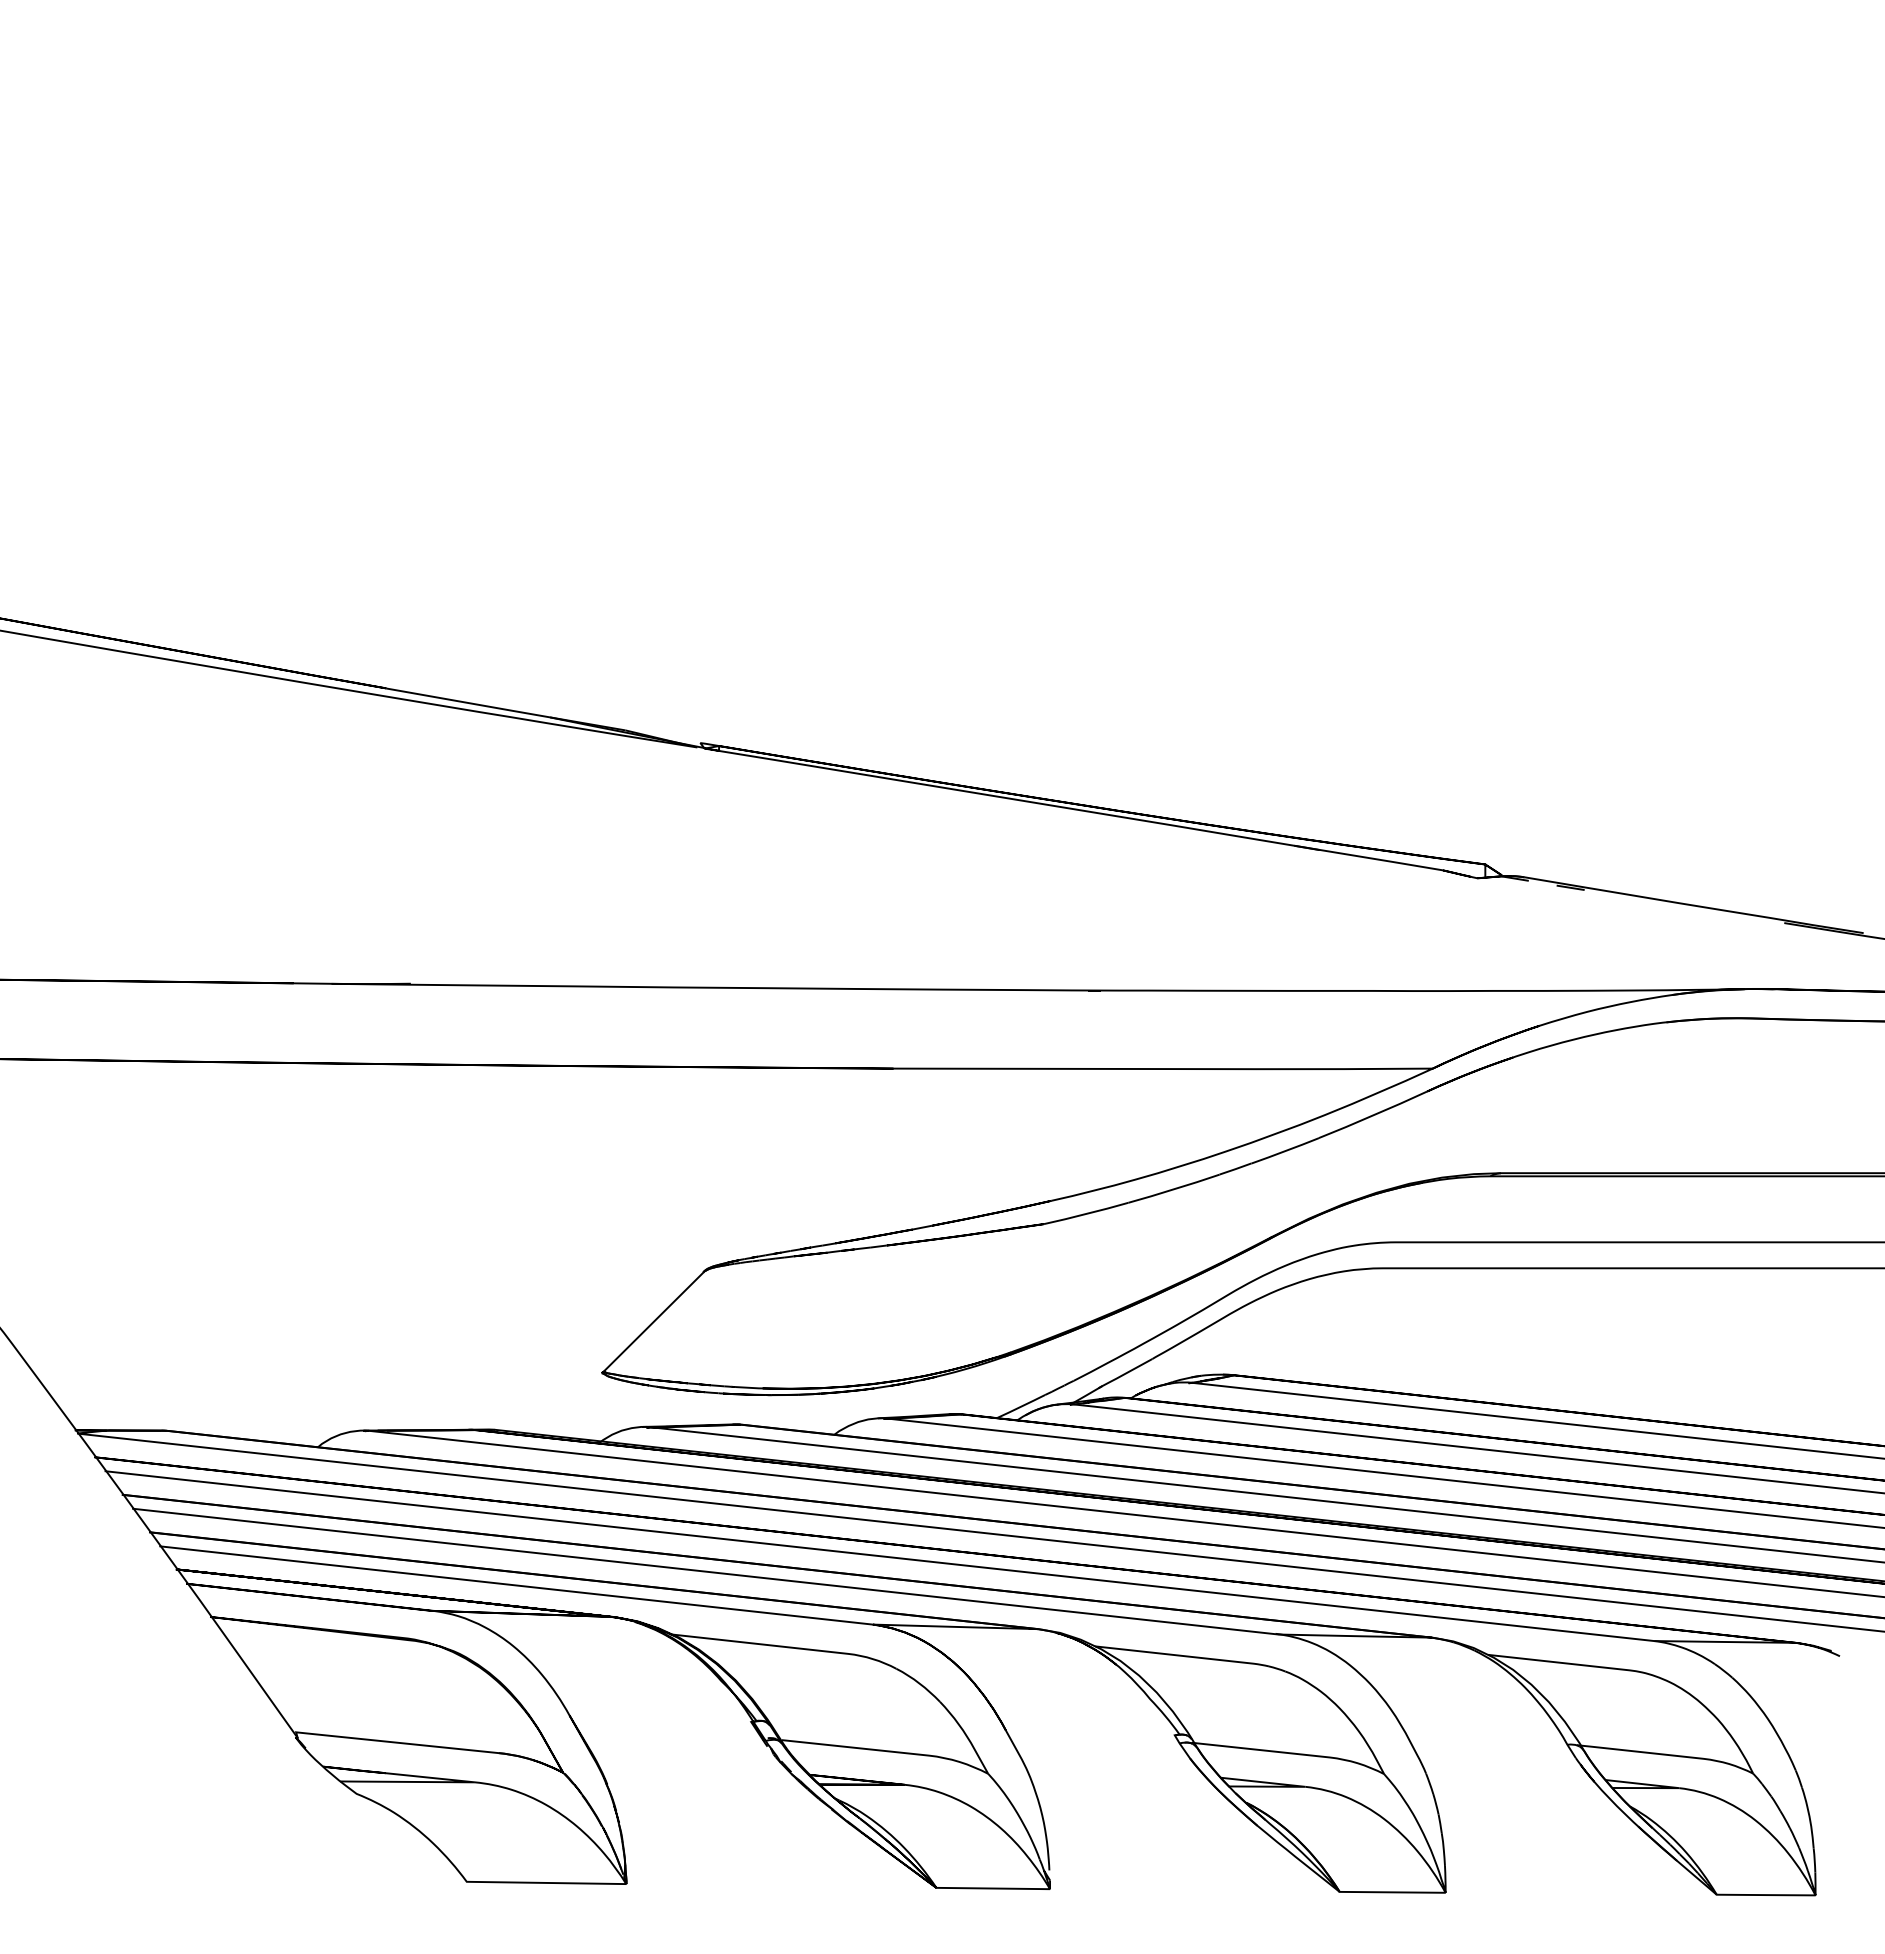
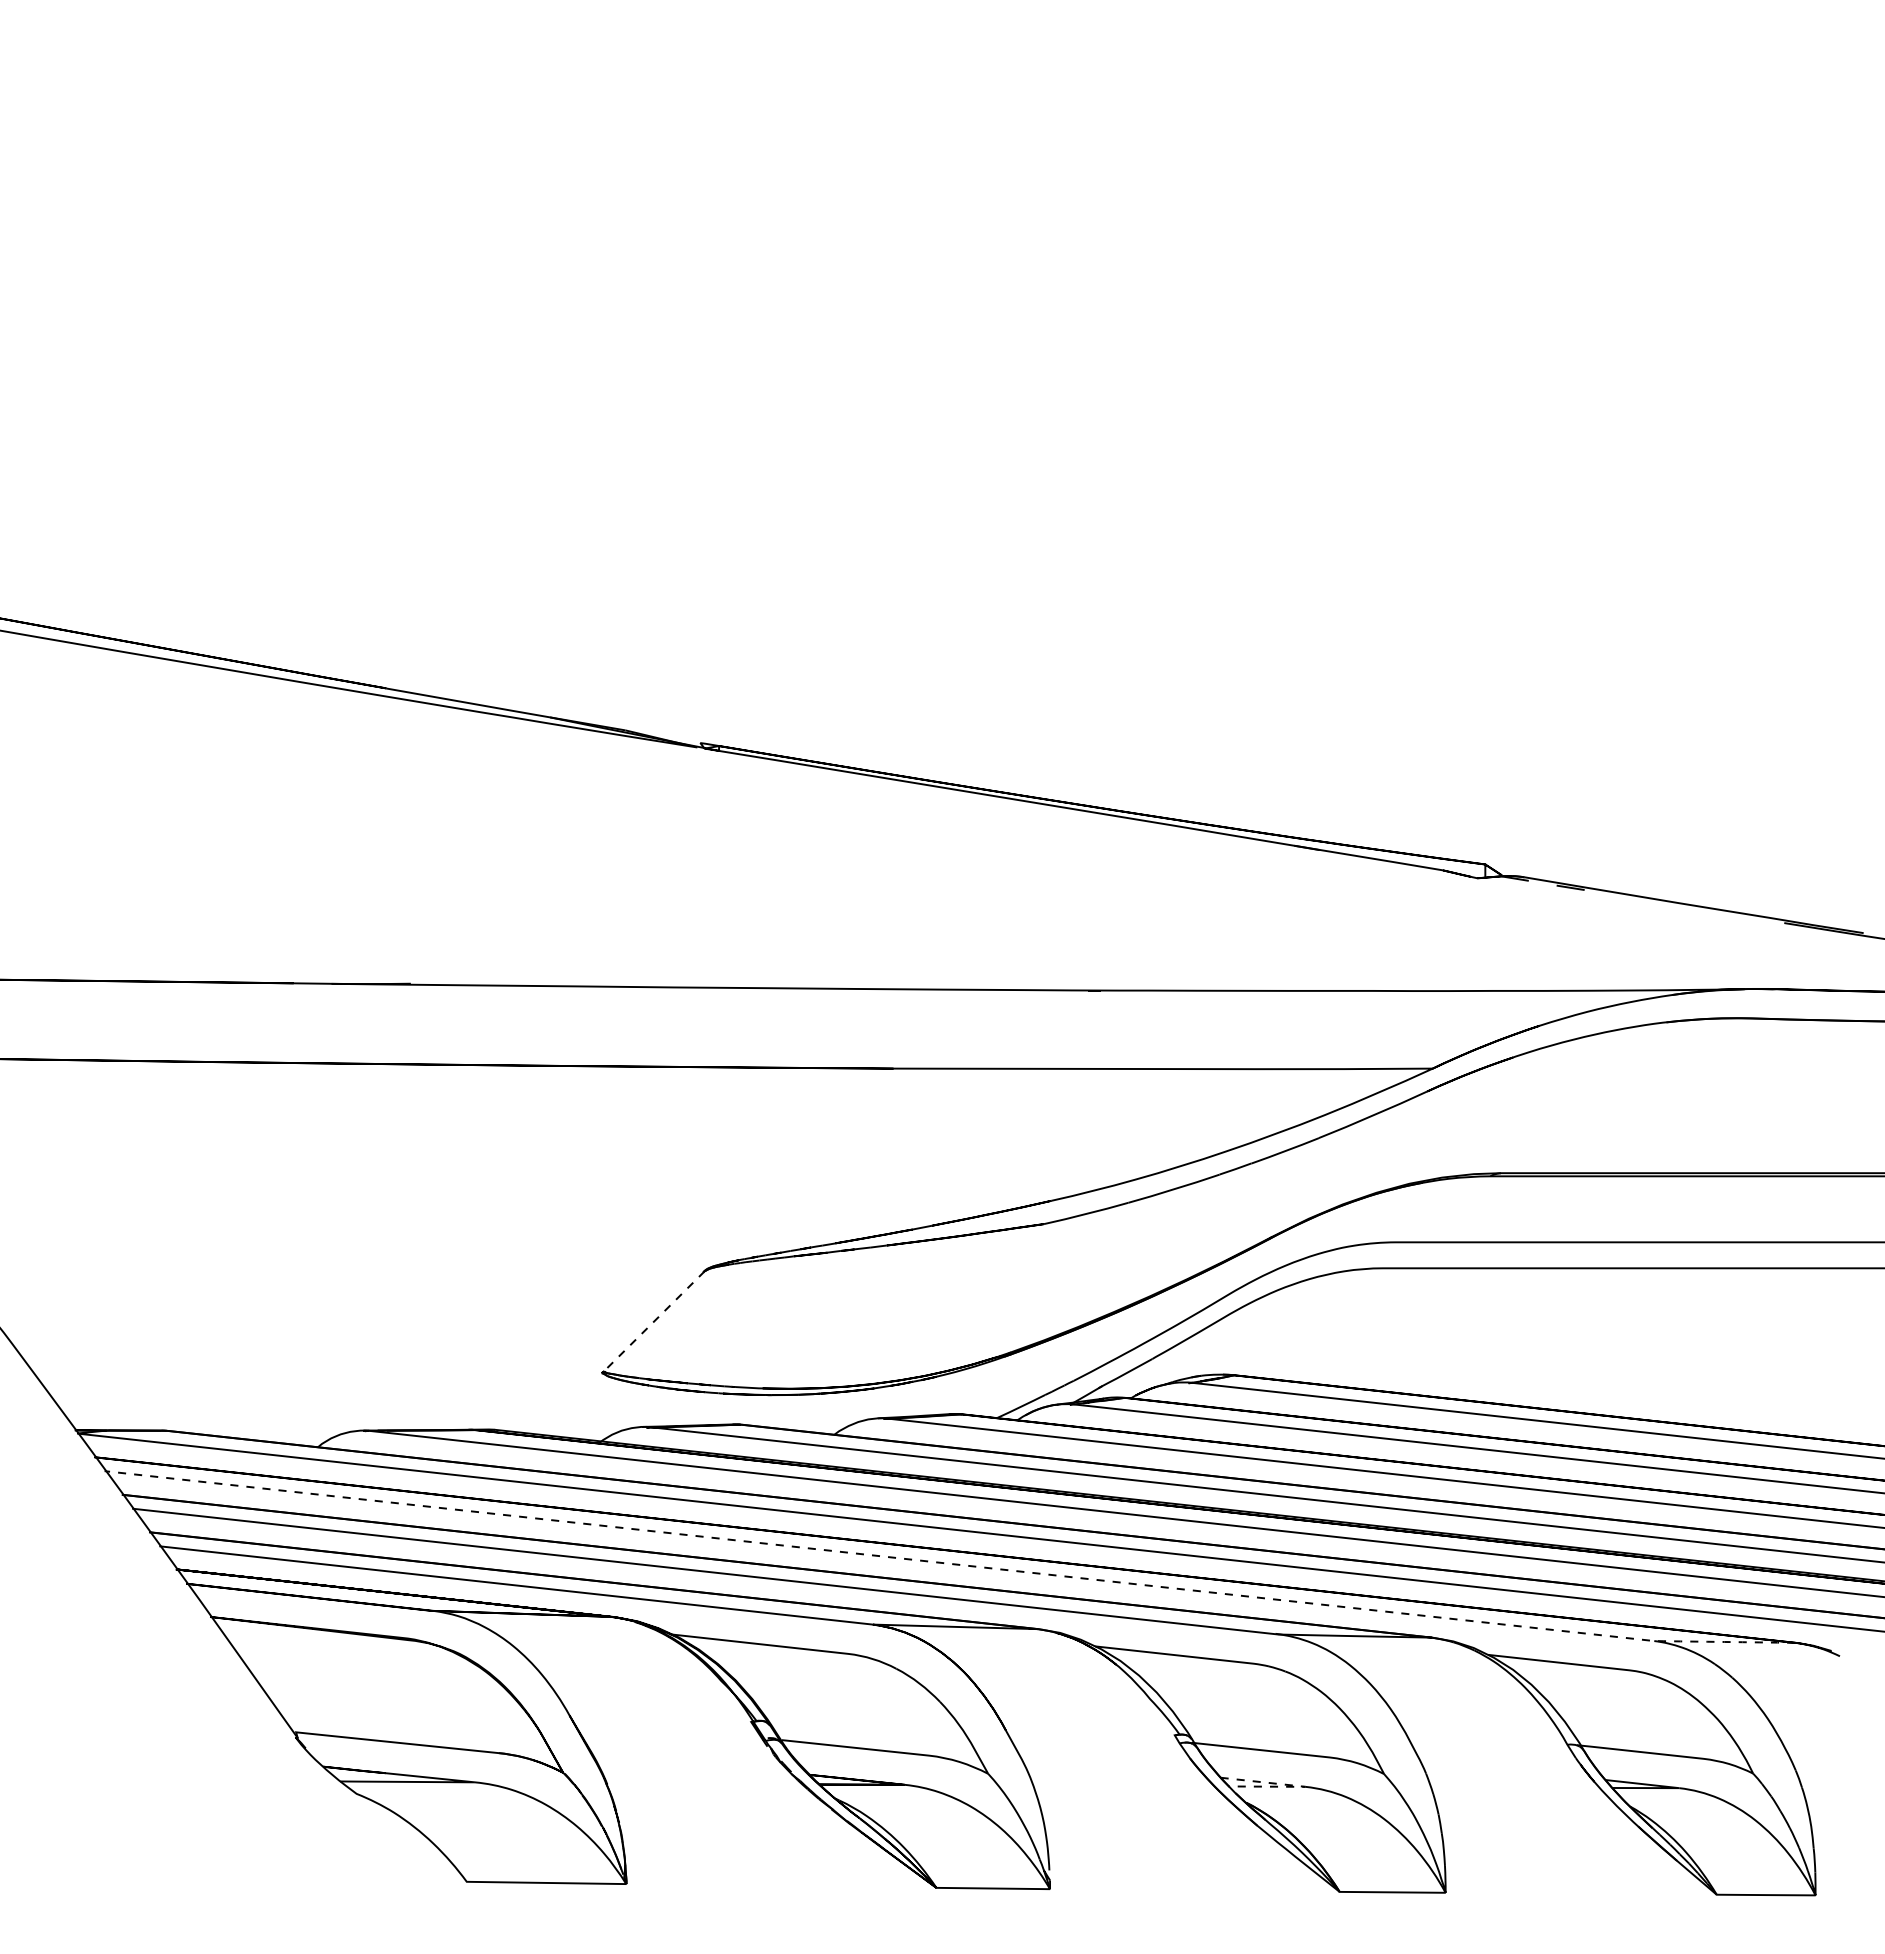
line at (654, 1321): solid -> dashed
line at (952, 1564): solid -> dashed
line at (1301, 1786): solid -> dashed
